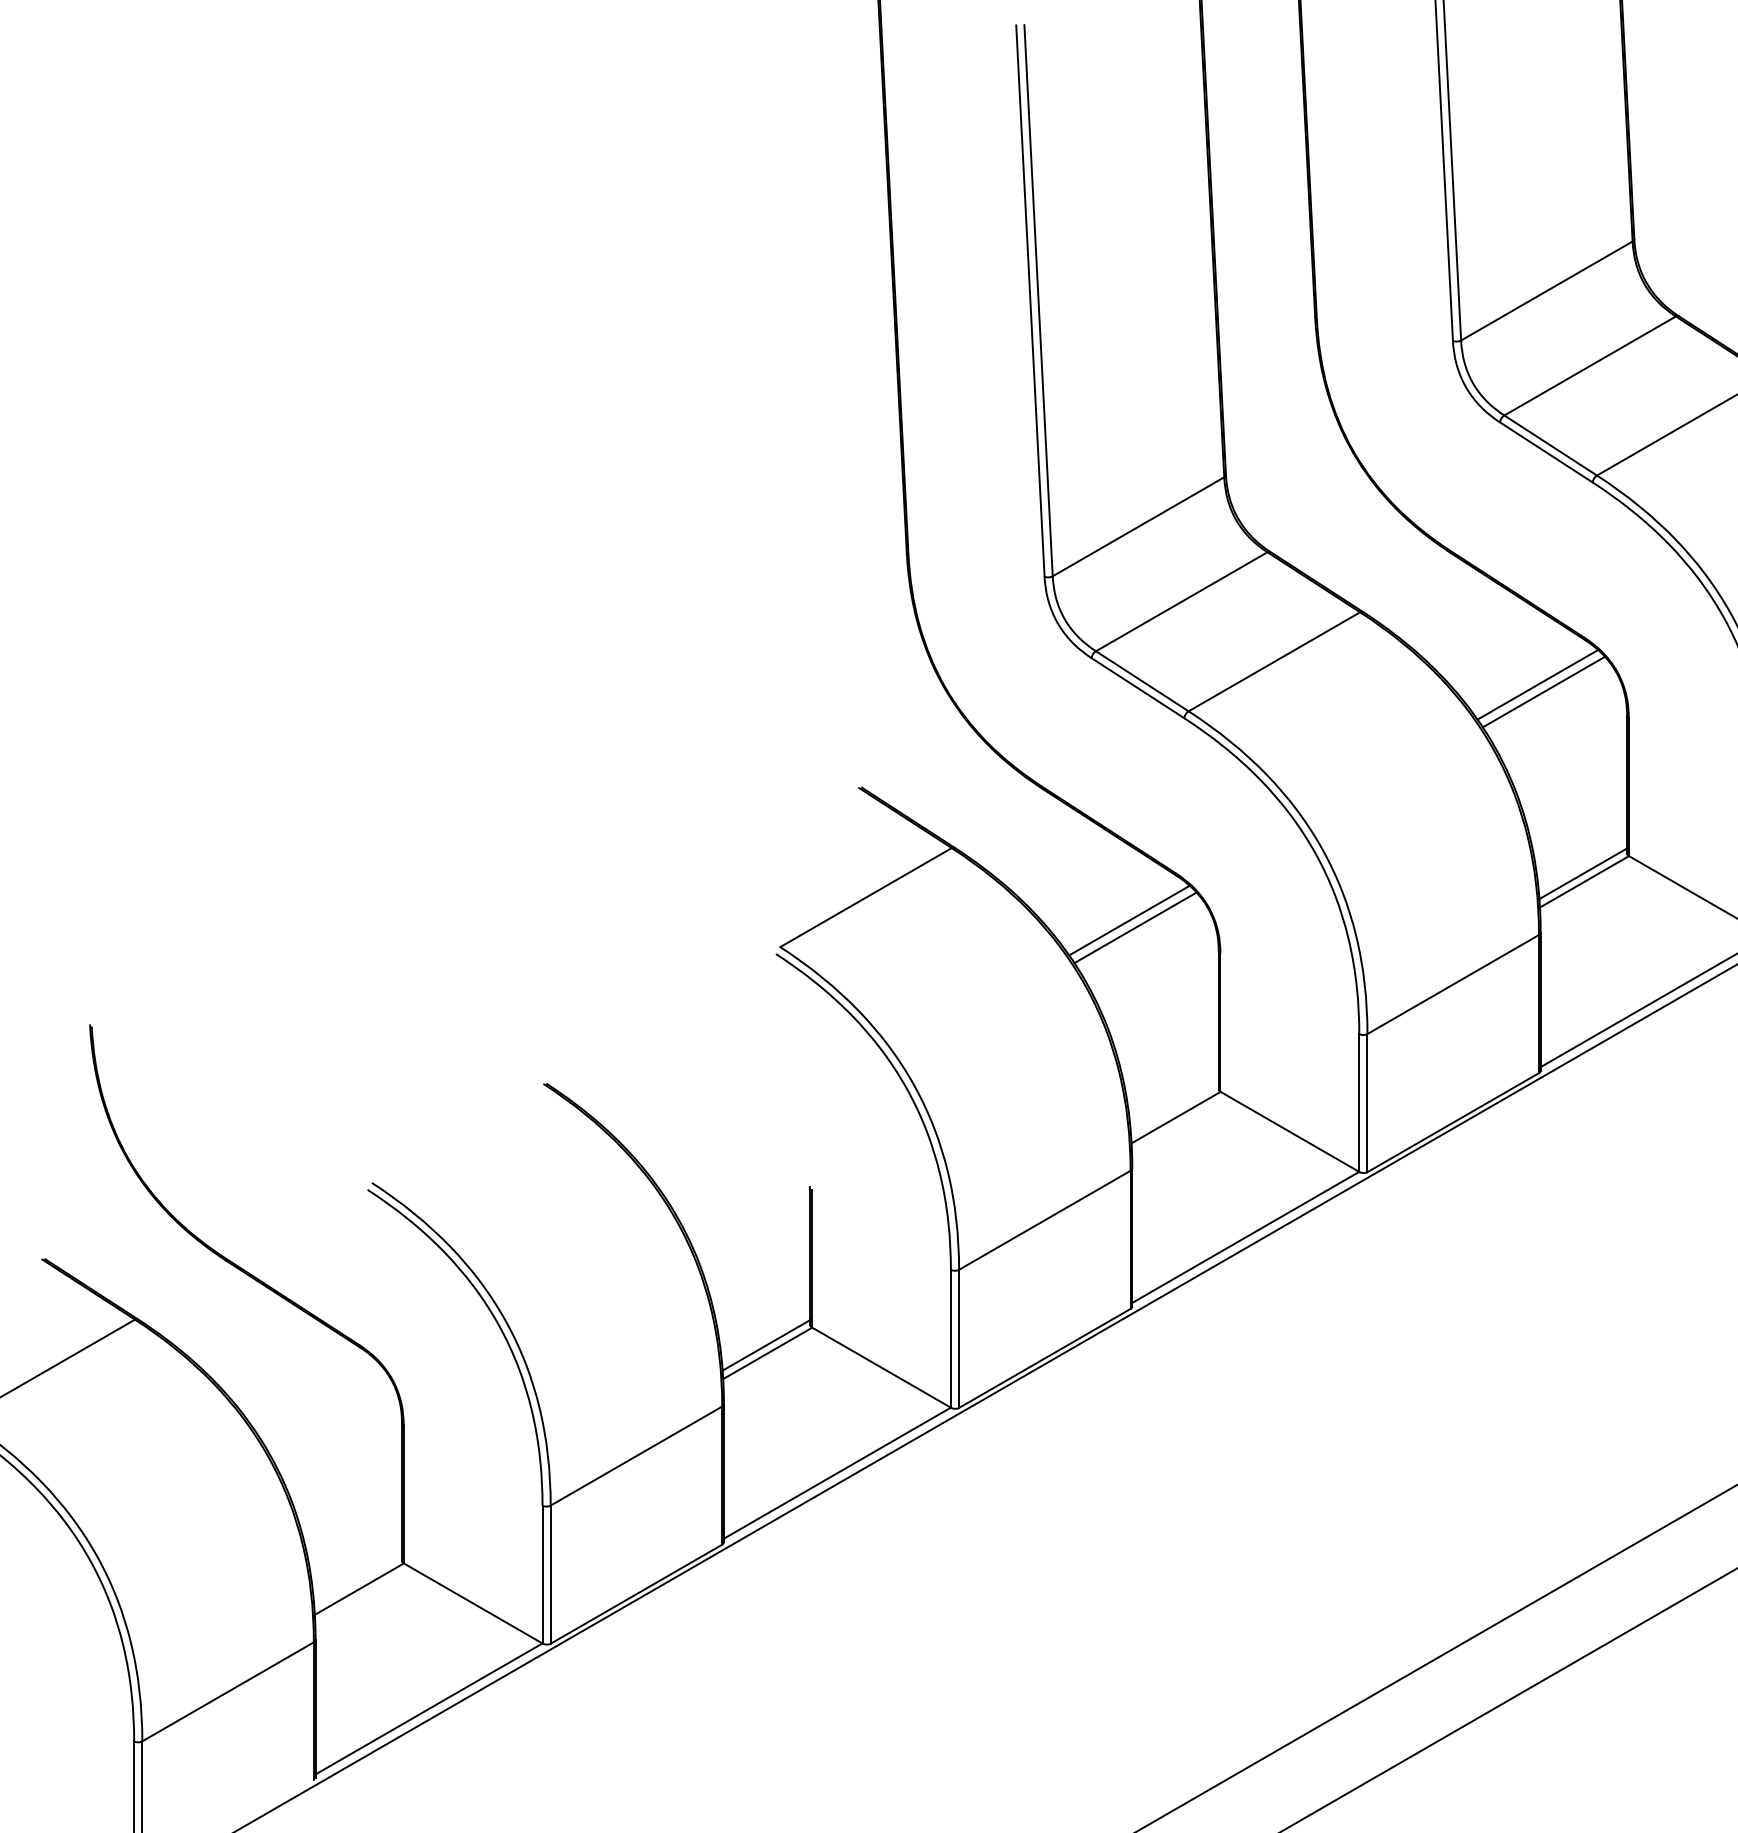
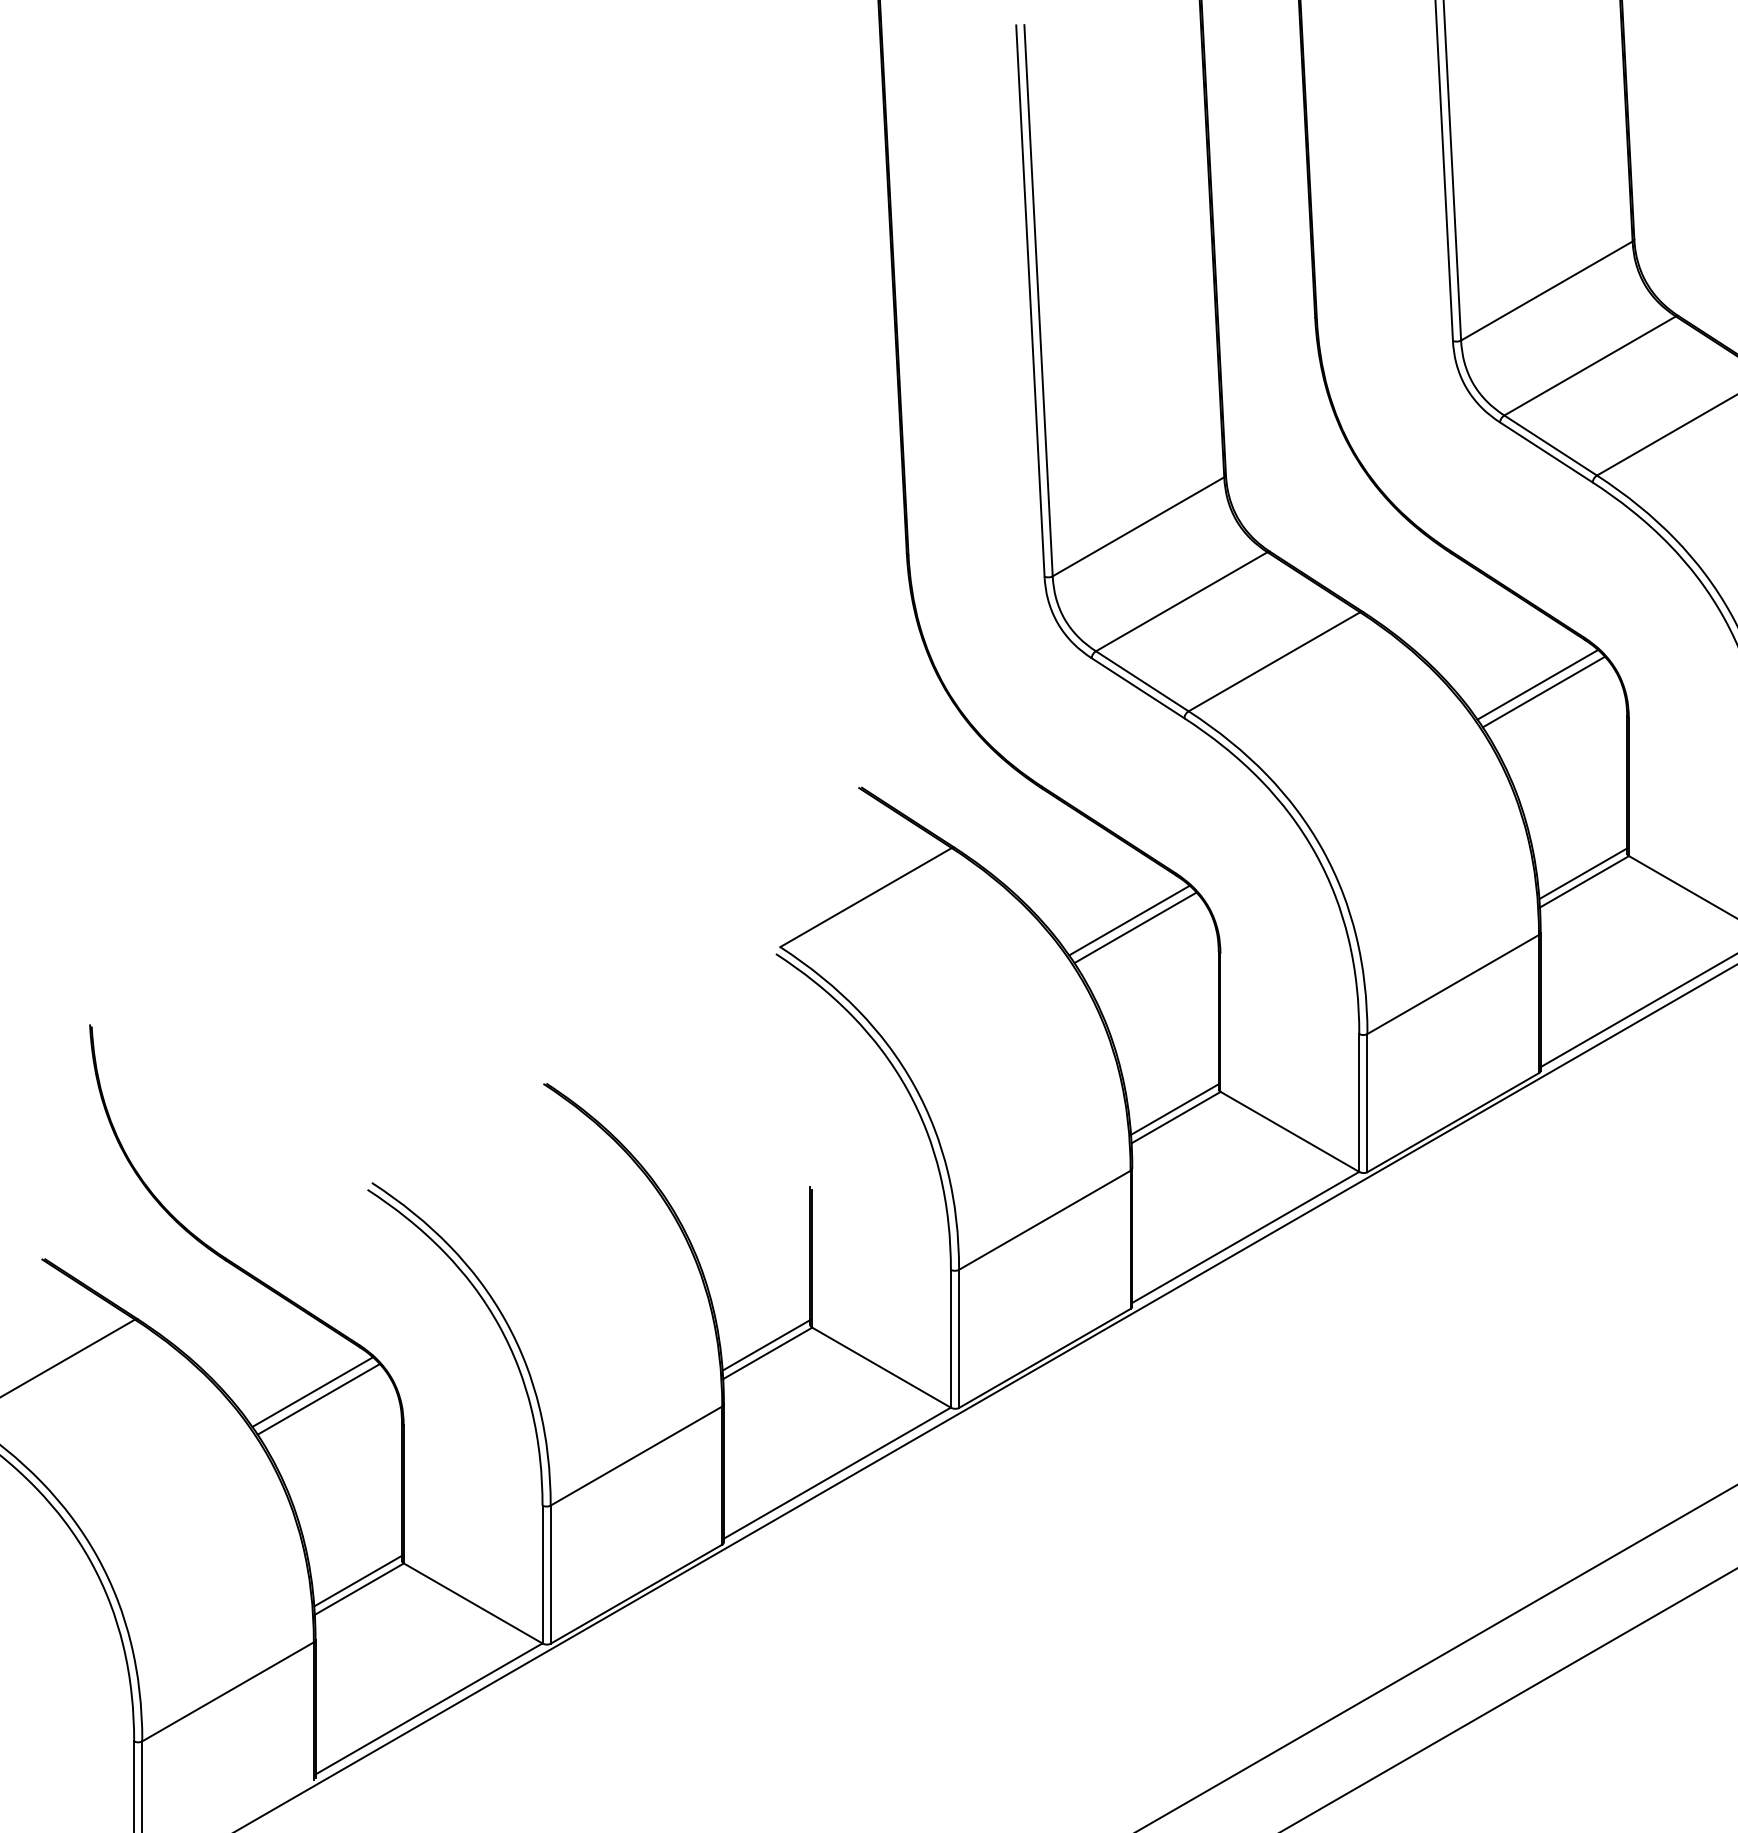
line at (1174, 1109): none -> present
line at (312, 1391): none -> present
line at (318, 1399): none -> present
line at (358, 1580): none -> present
